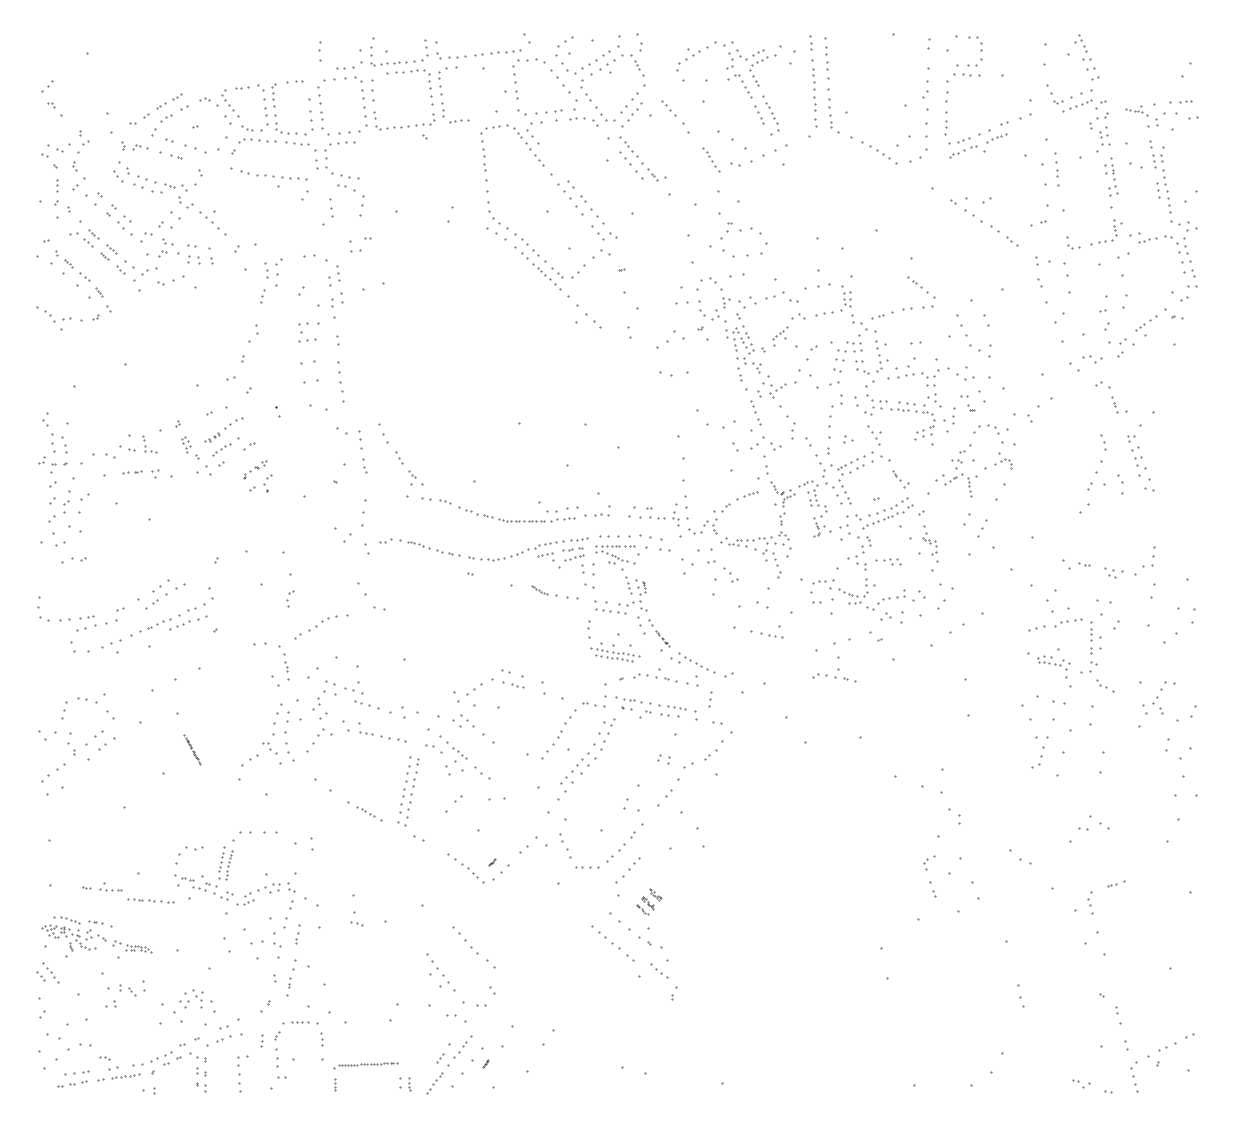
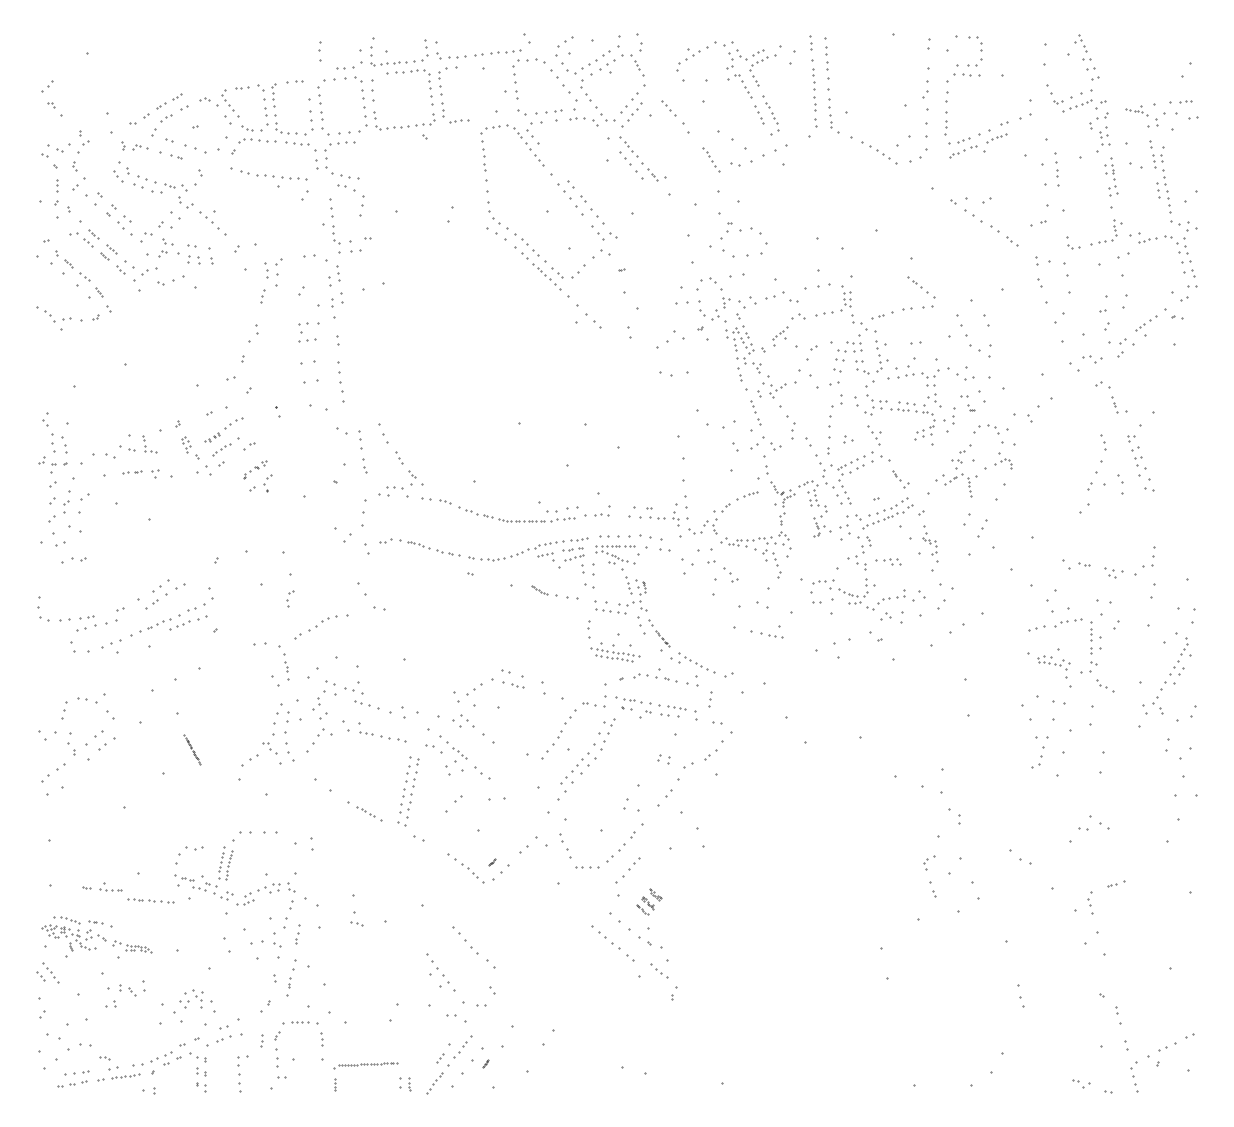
part at (336, 239): none -> present
part at (390, 491): none -> present
part at (1180, 656): none -> present
part at (834, 675): present -> none
